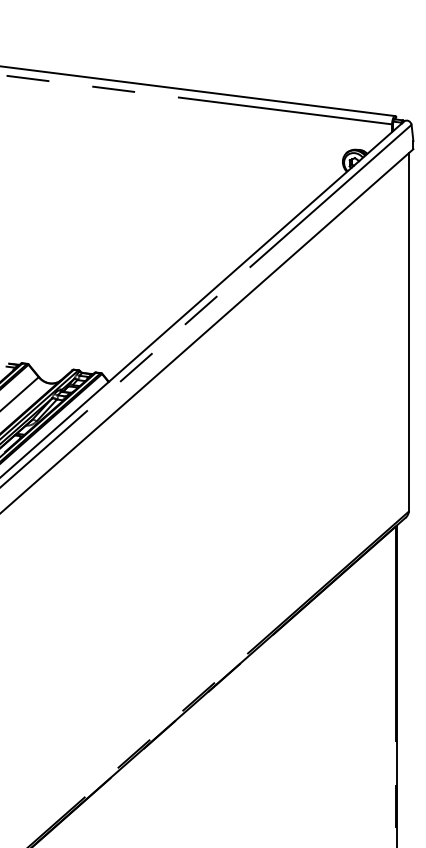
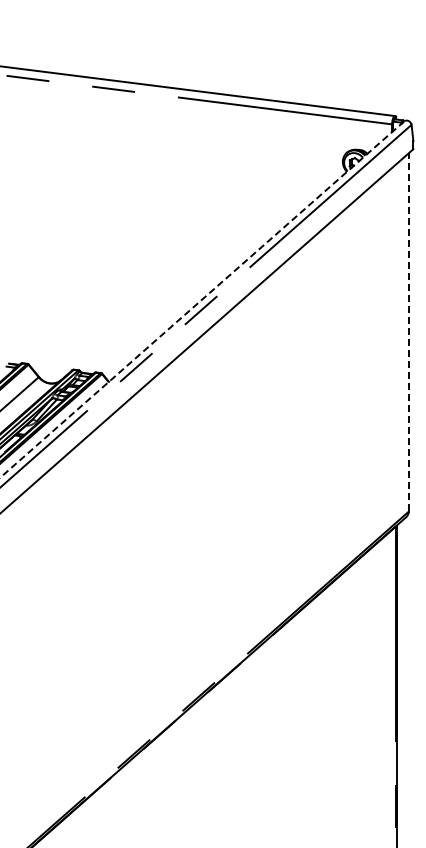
line at (201, 299): solid -> dashed
line at (409, 331): solid -> dashed
